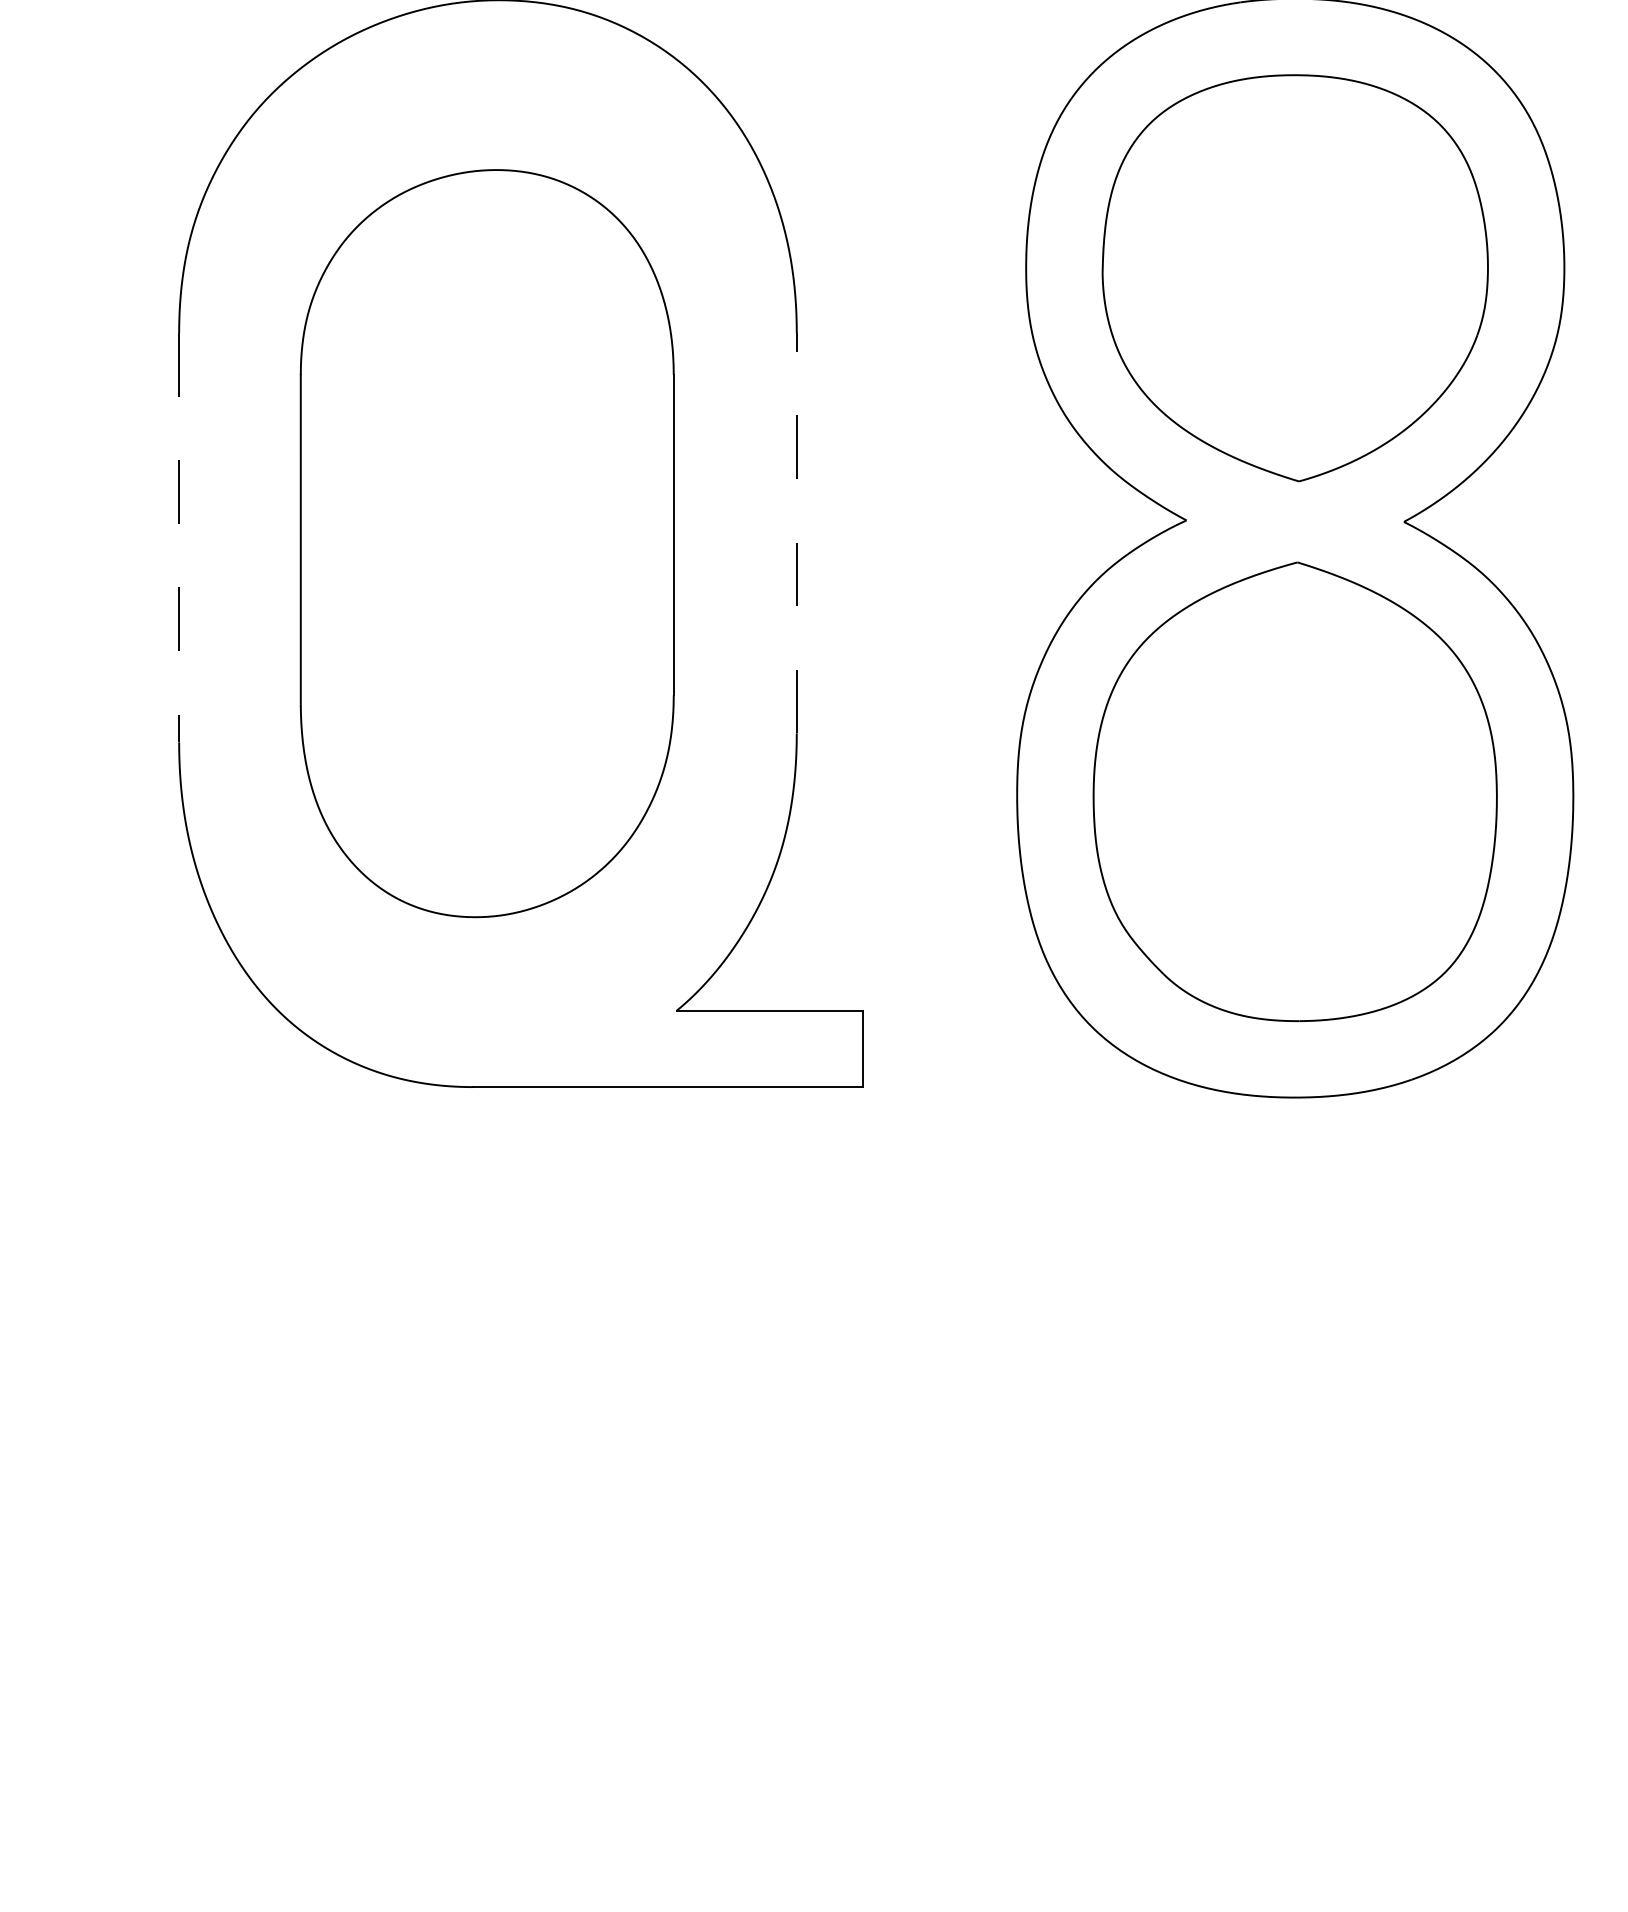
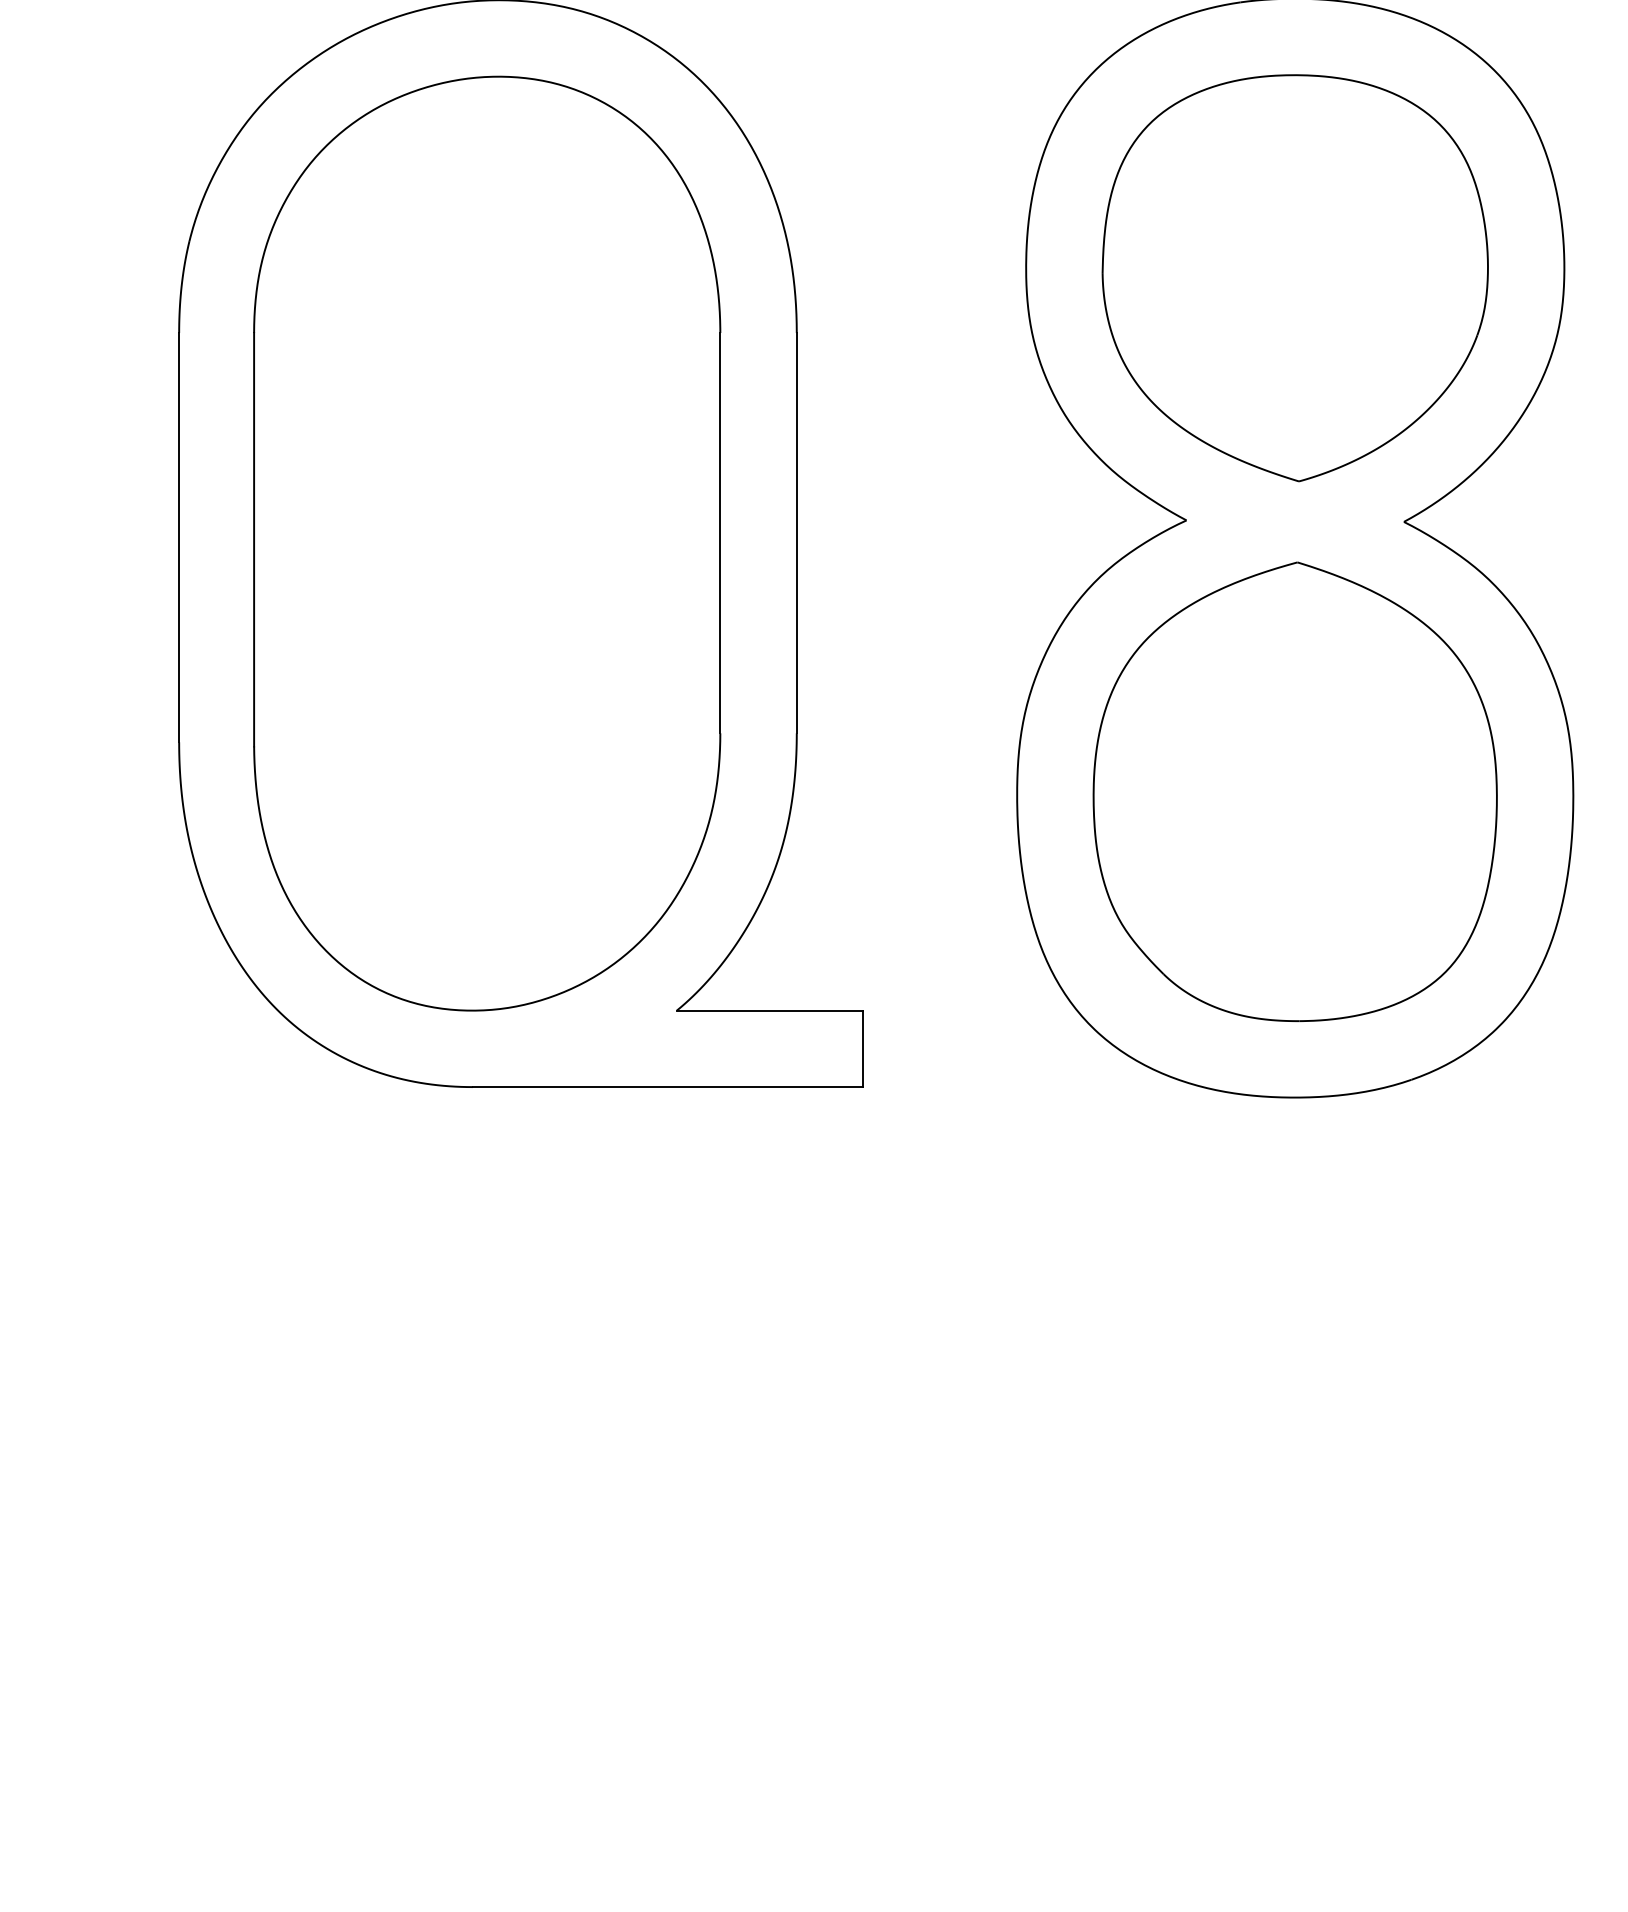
line at (796, 532): dashed -> solid
line at (179, 537): dashed -> solid
part at (486, 543) size: 376x750 px -> 469x937 px
